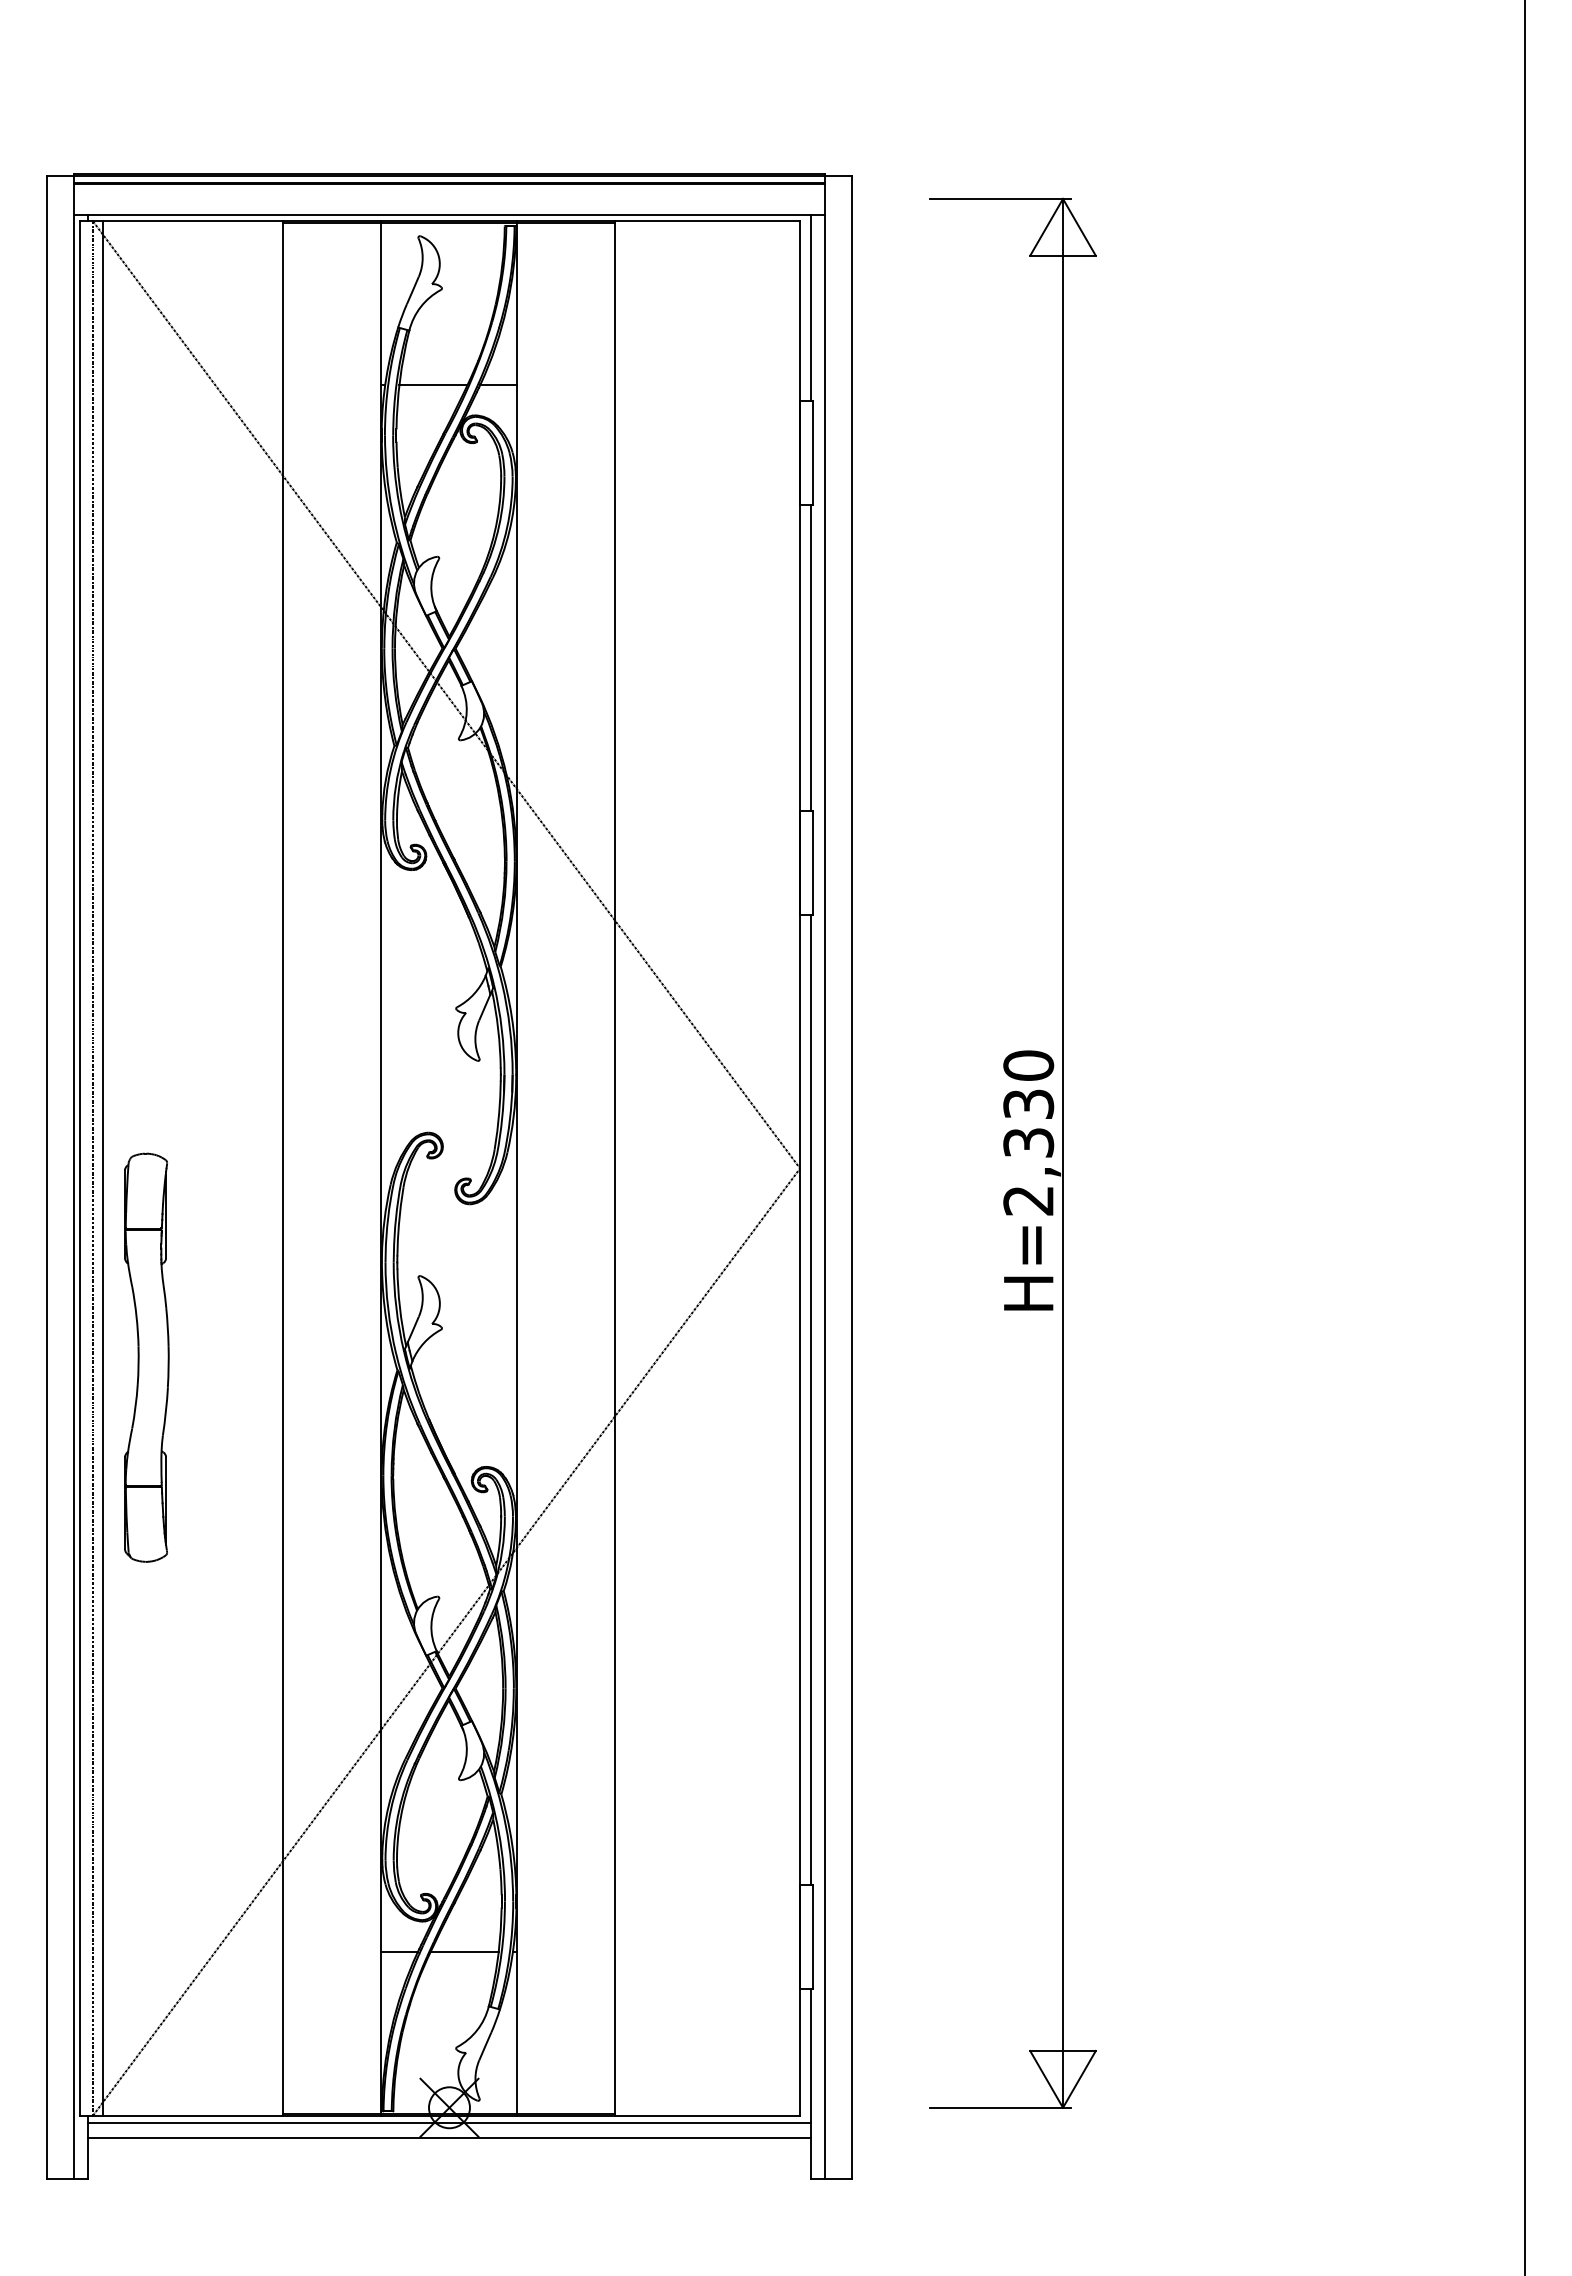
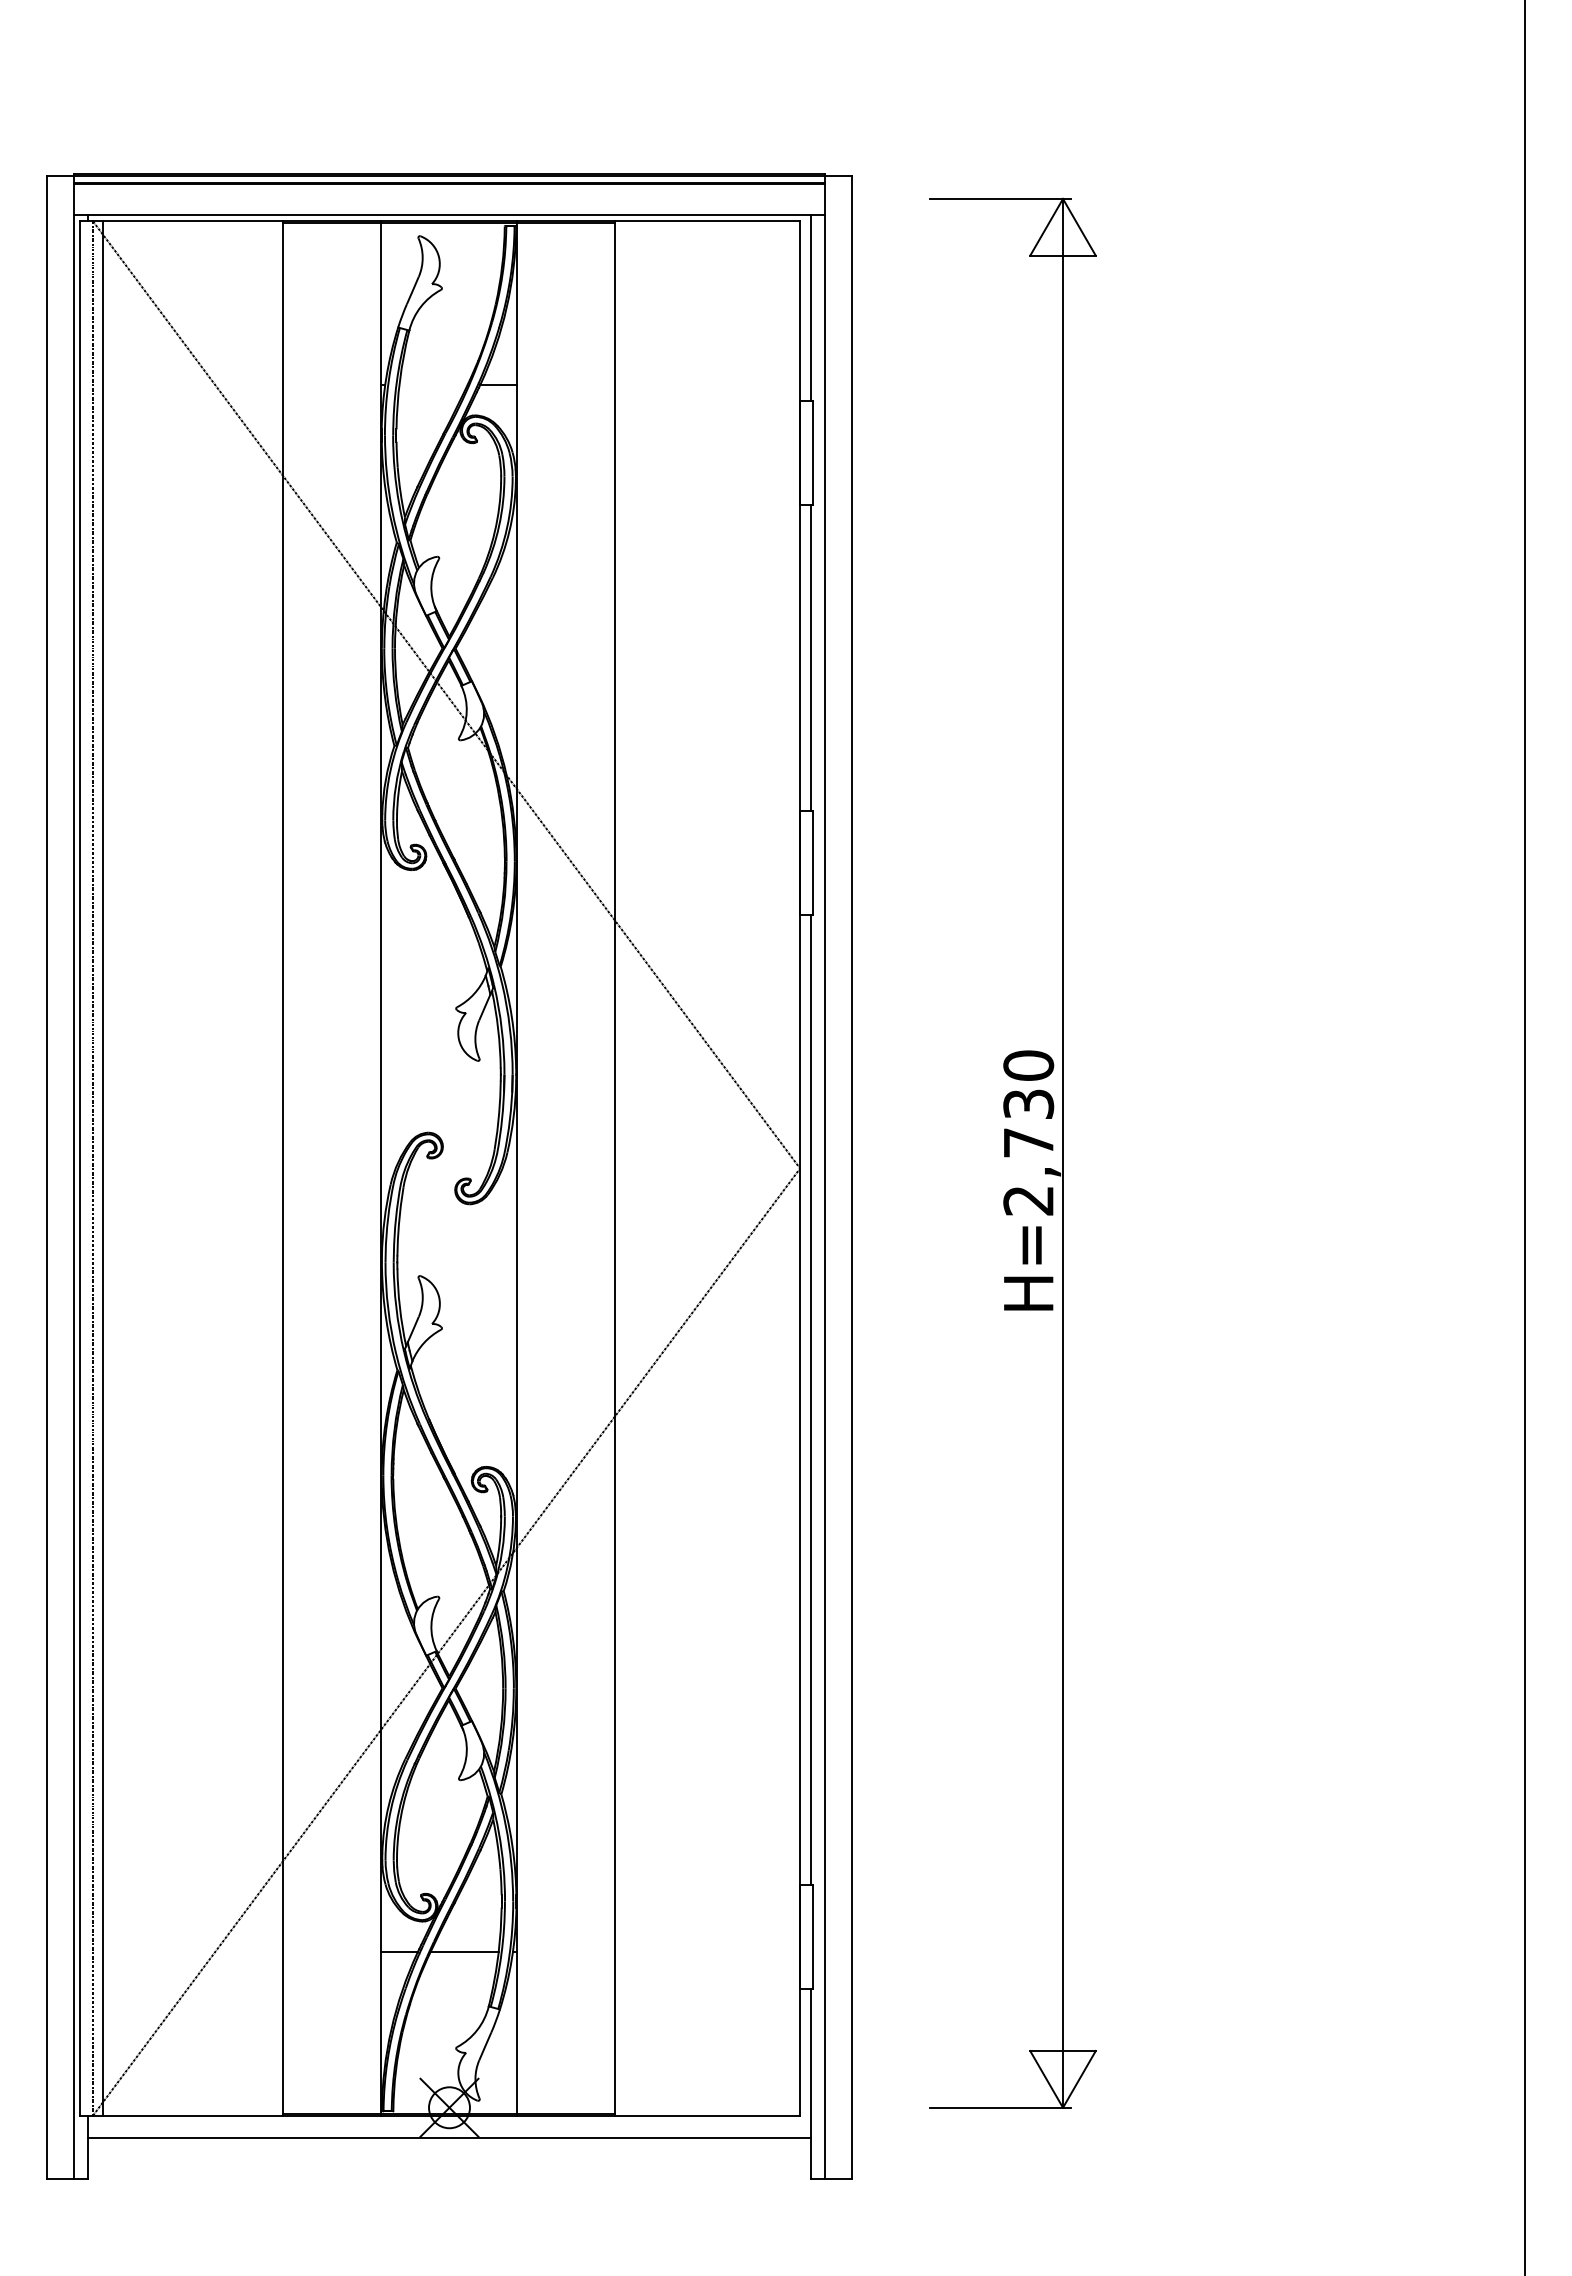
line at (433, 385): present -> none
text at (1028, 1142): H=2,330 -> H=2,730
part at (146, 1357): present -> none
line at (449, 2122): present -> none
